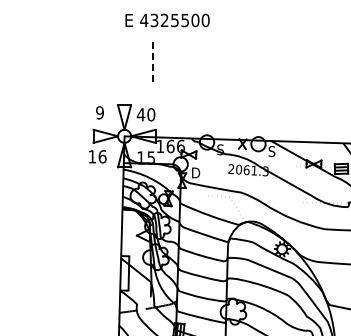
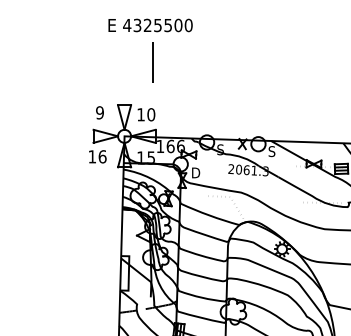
text at (167, 20) position: (167, 20) -> (150, 25)
line at (152, 62): dashed -> solid
text at (140, 114): 40 -> 10
